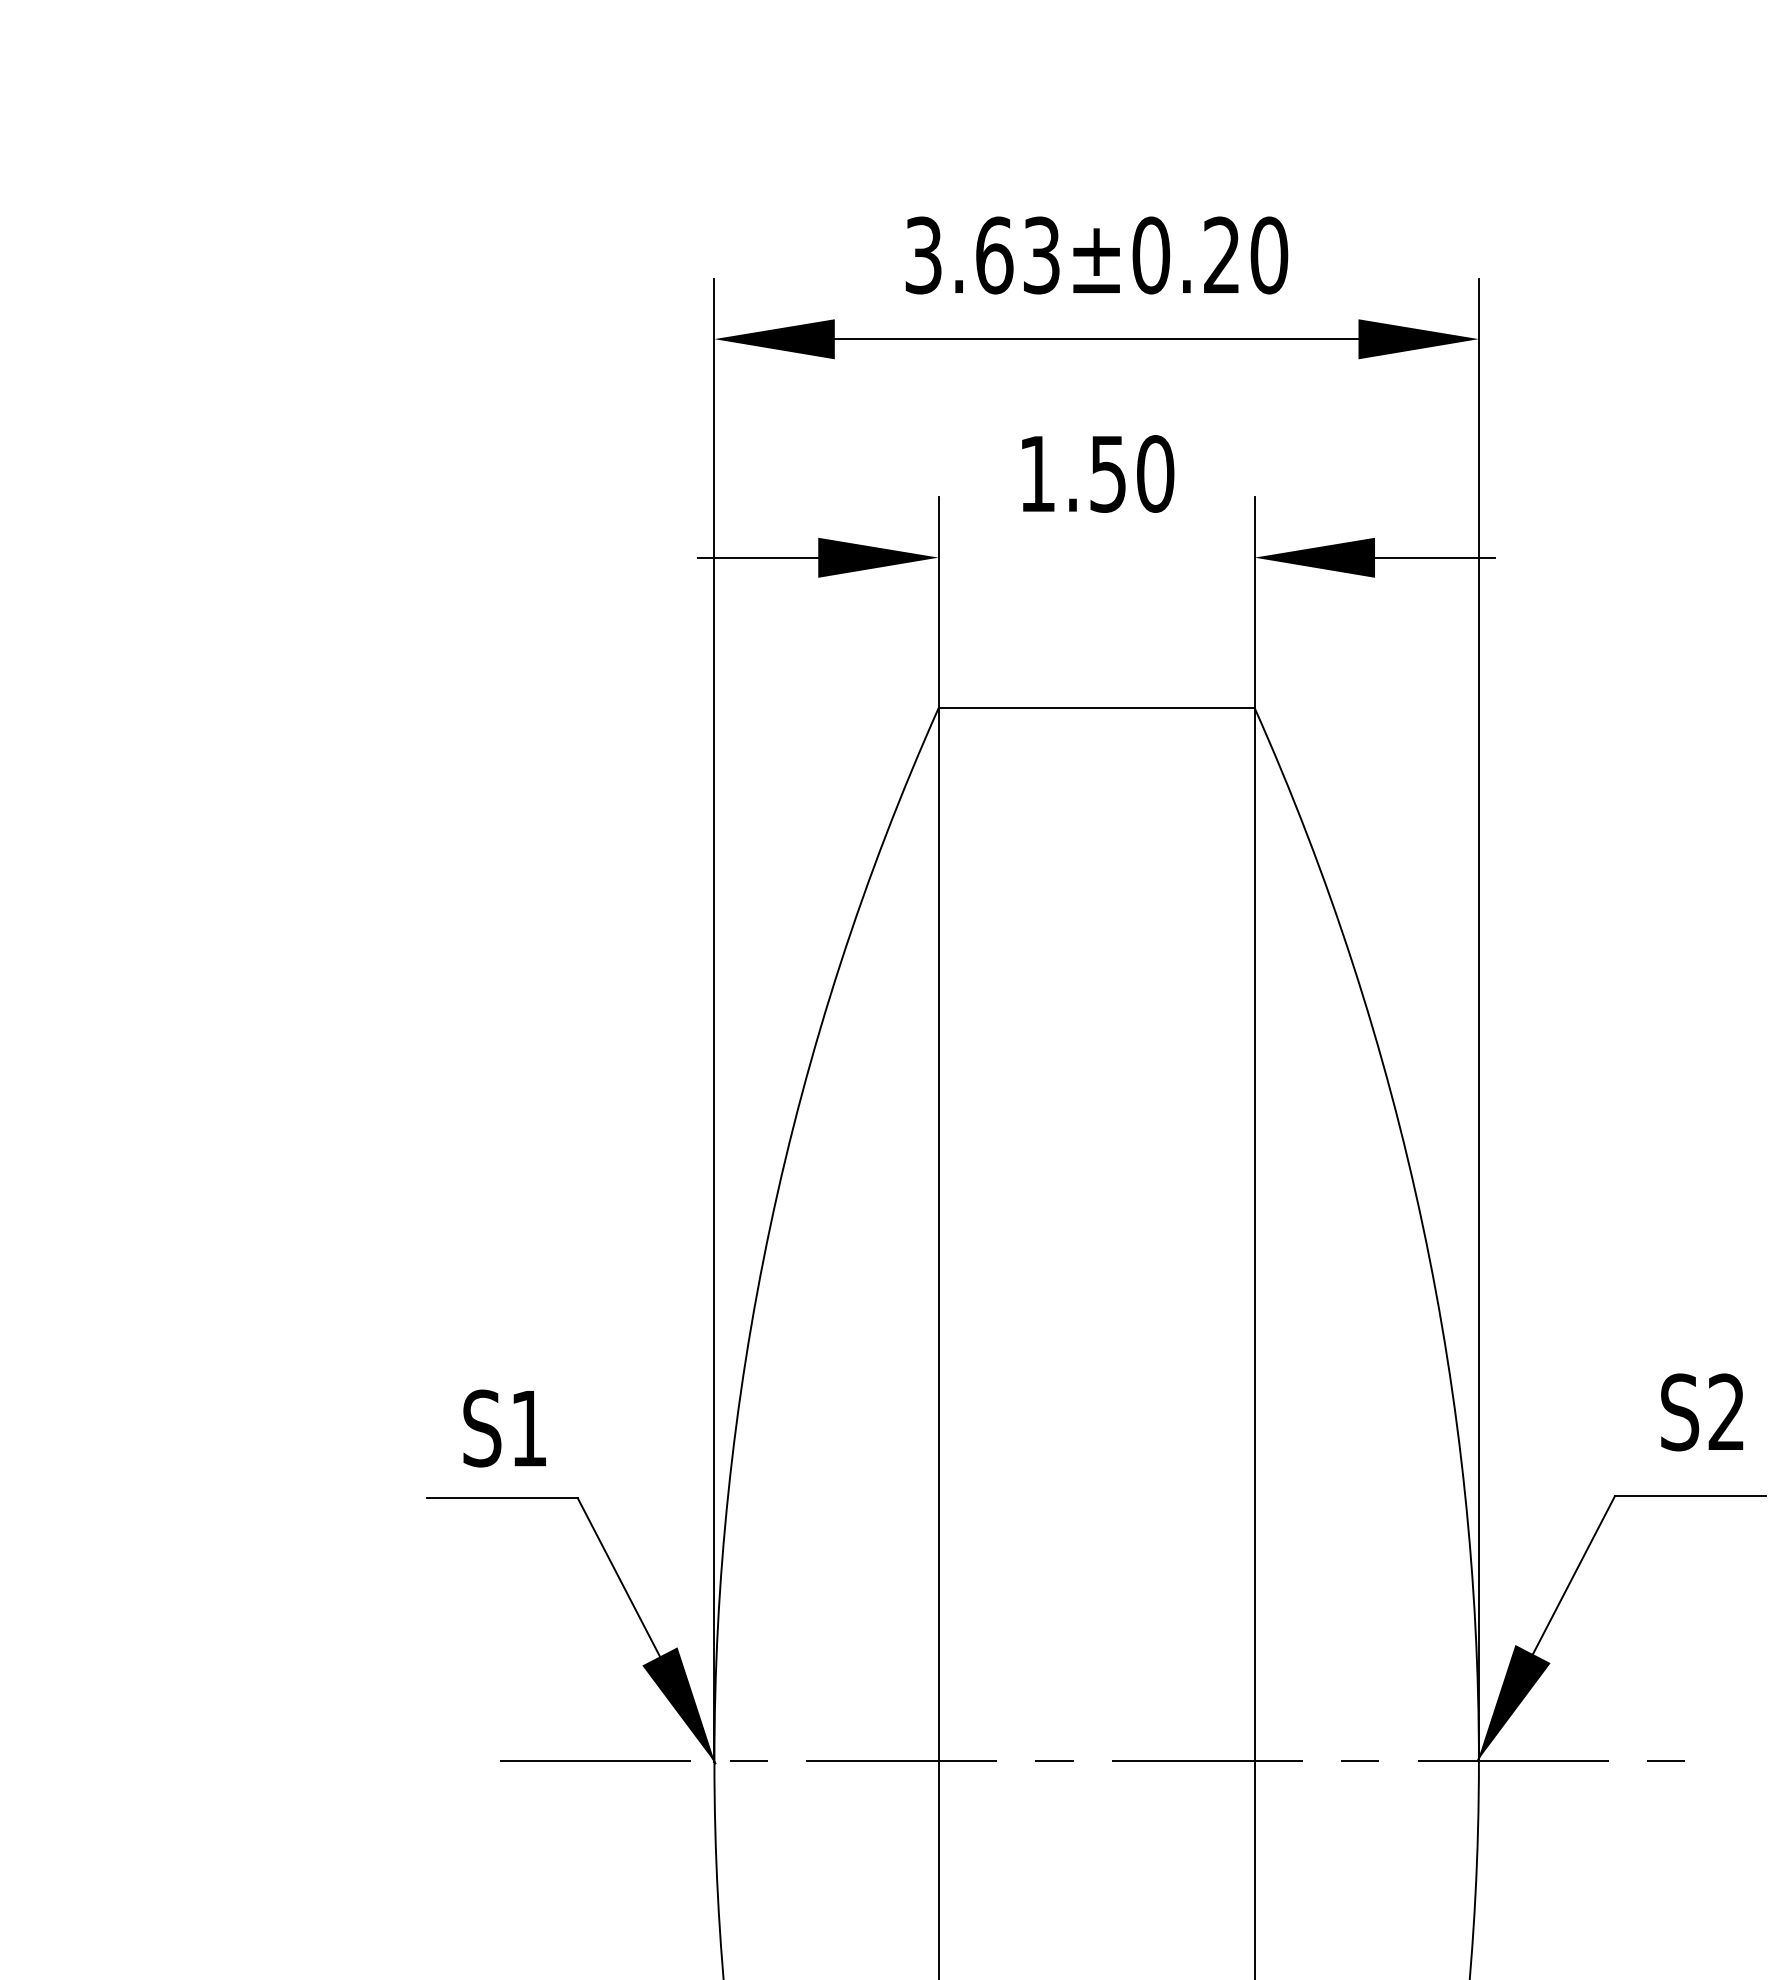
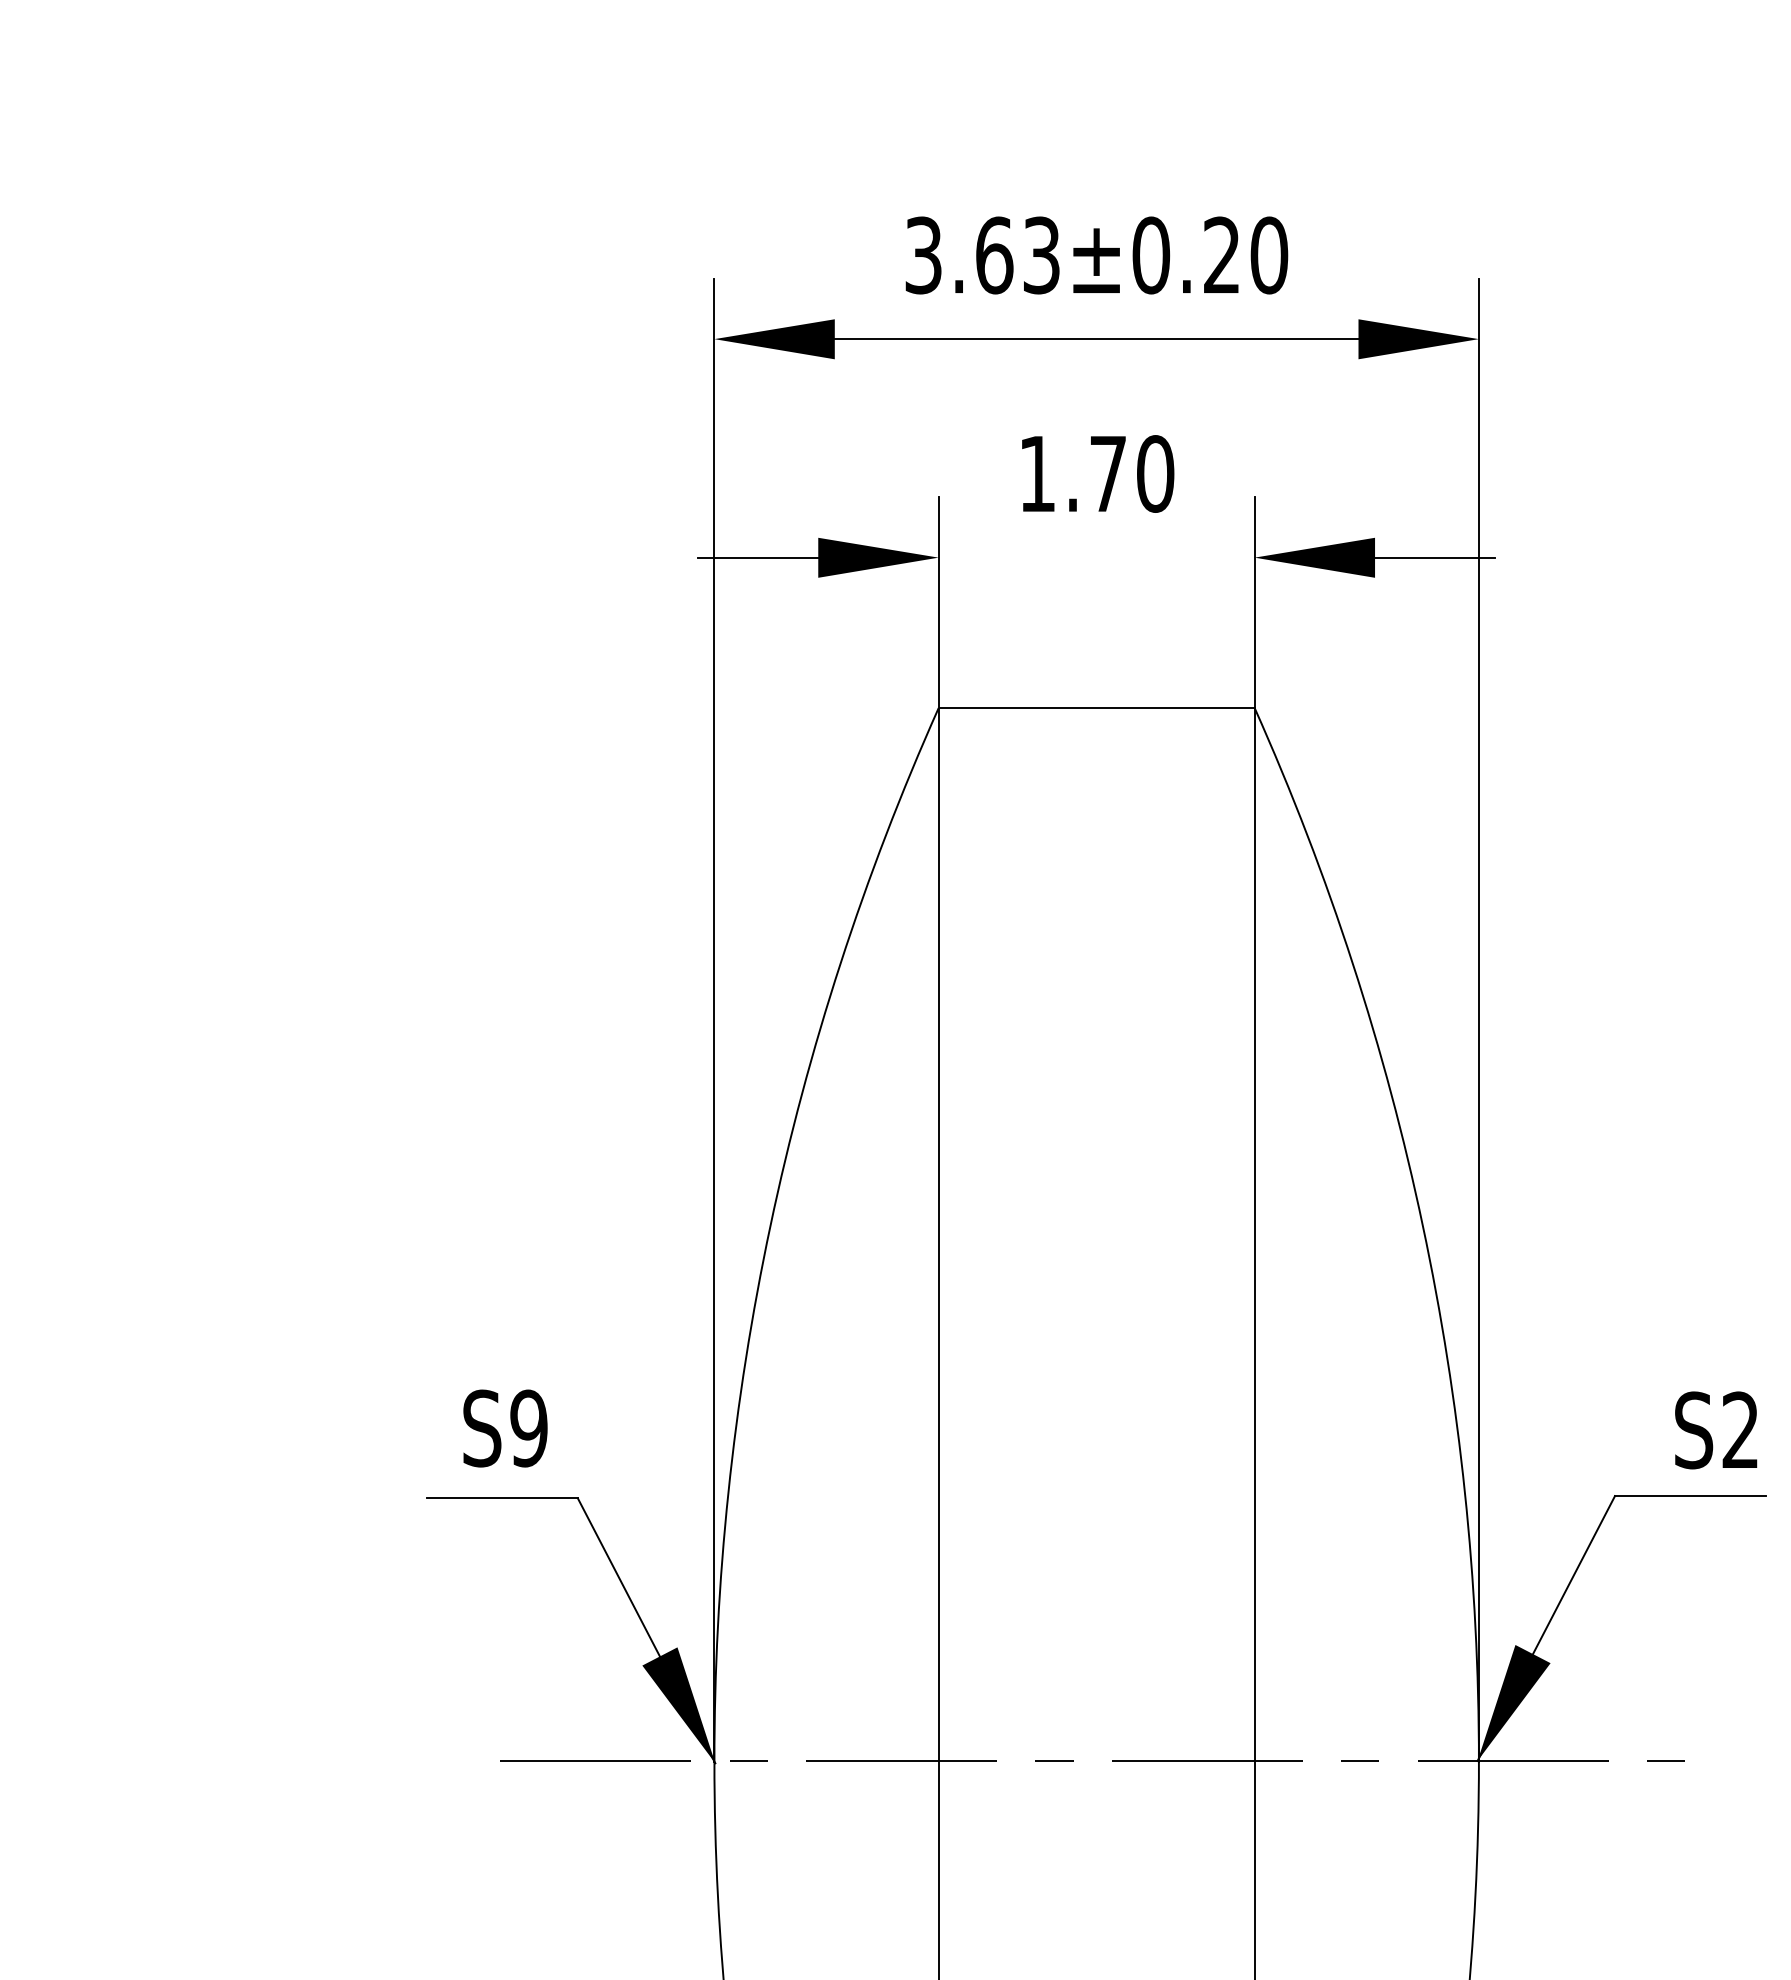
text at (1107, 474): 1.50 -> 1.70
text at (1702, 1412) position: (1702, 1412) -> (1716, 1430)
text at (528, 1428): S1 -> S9
